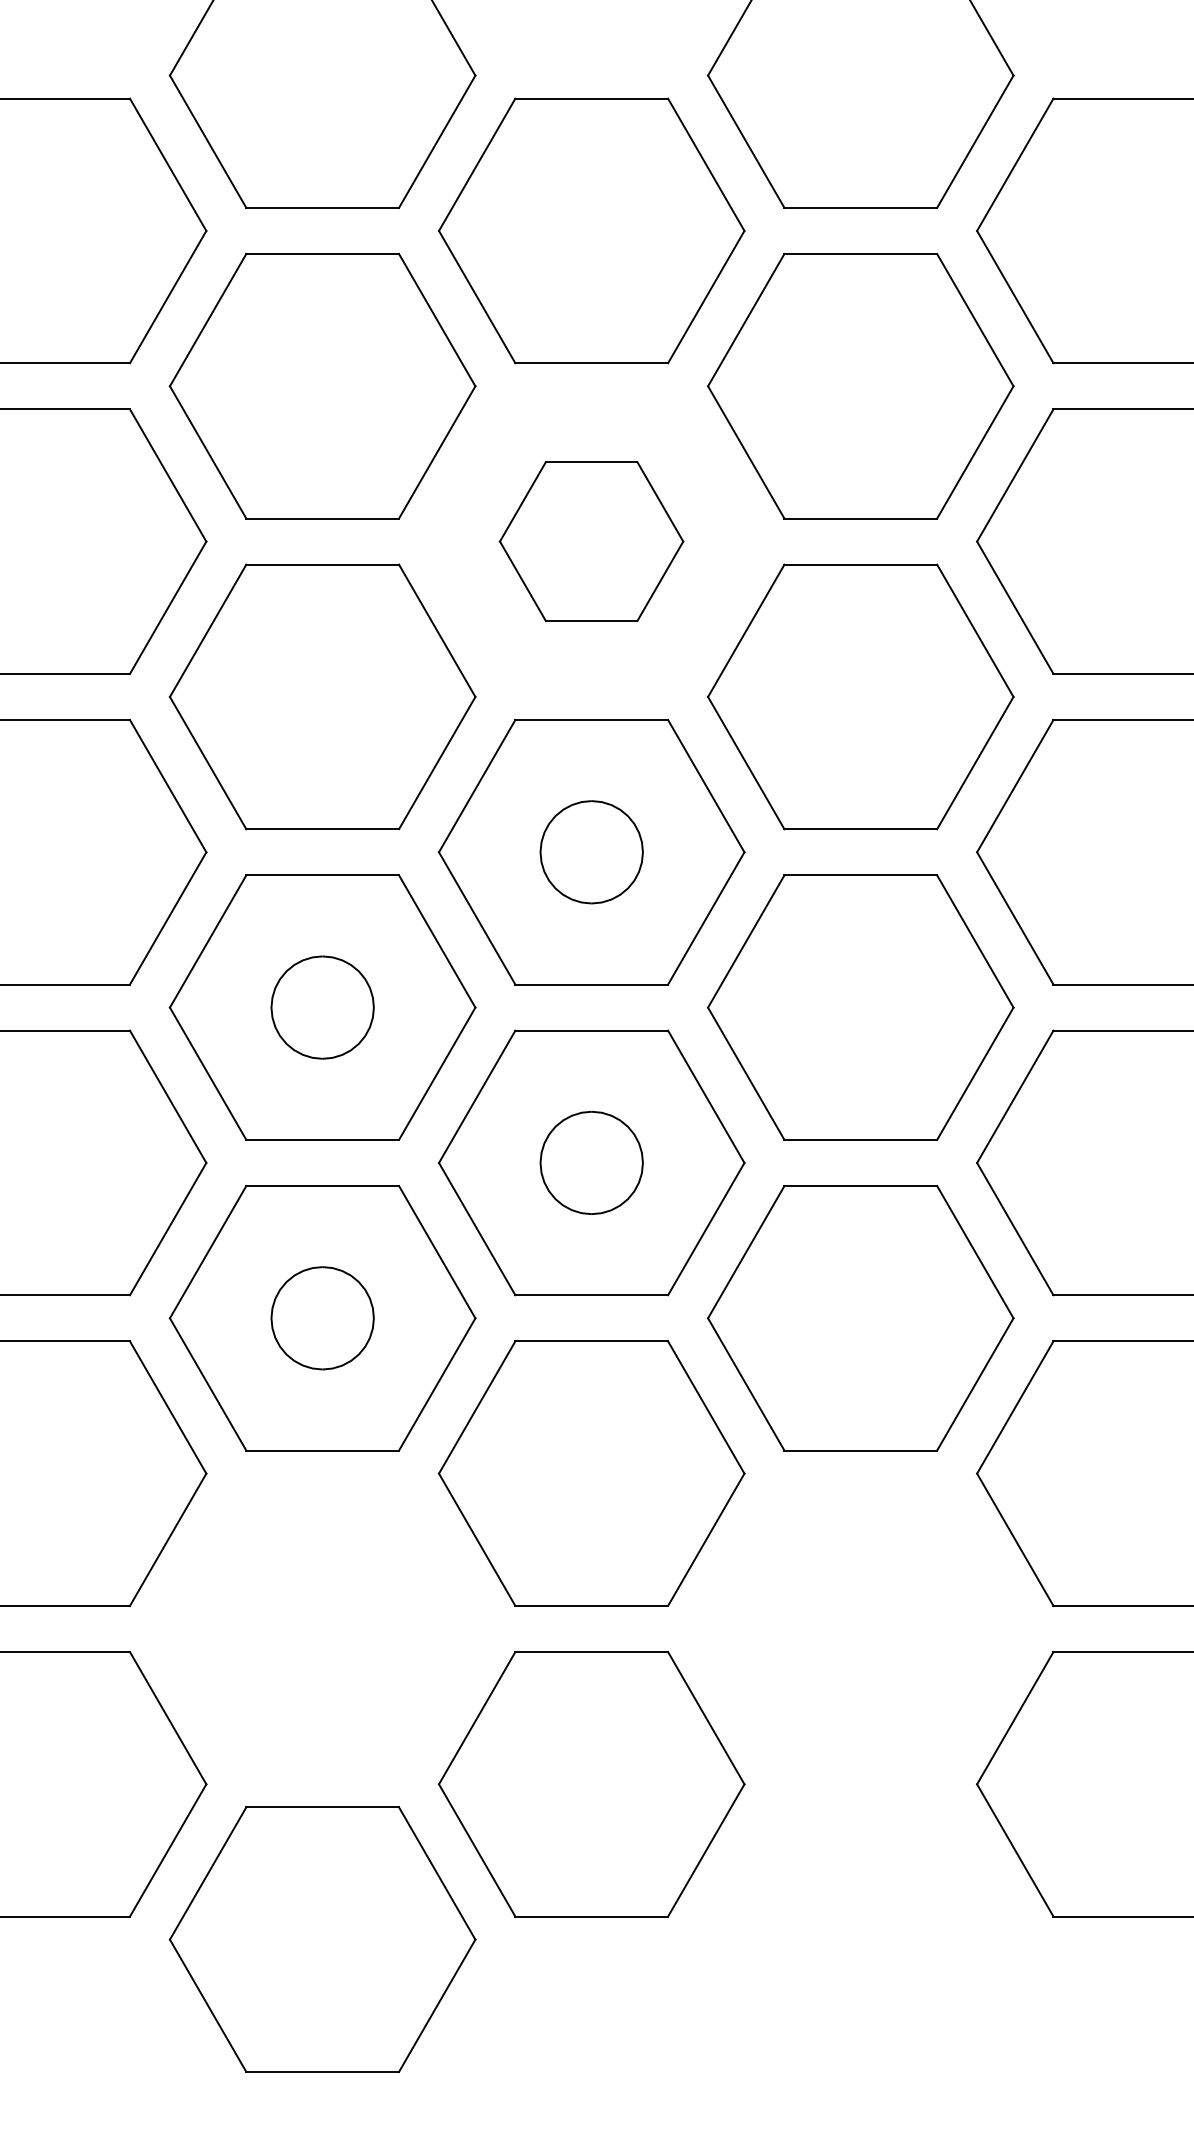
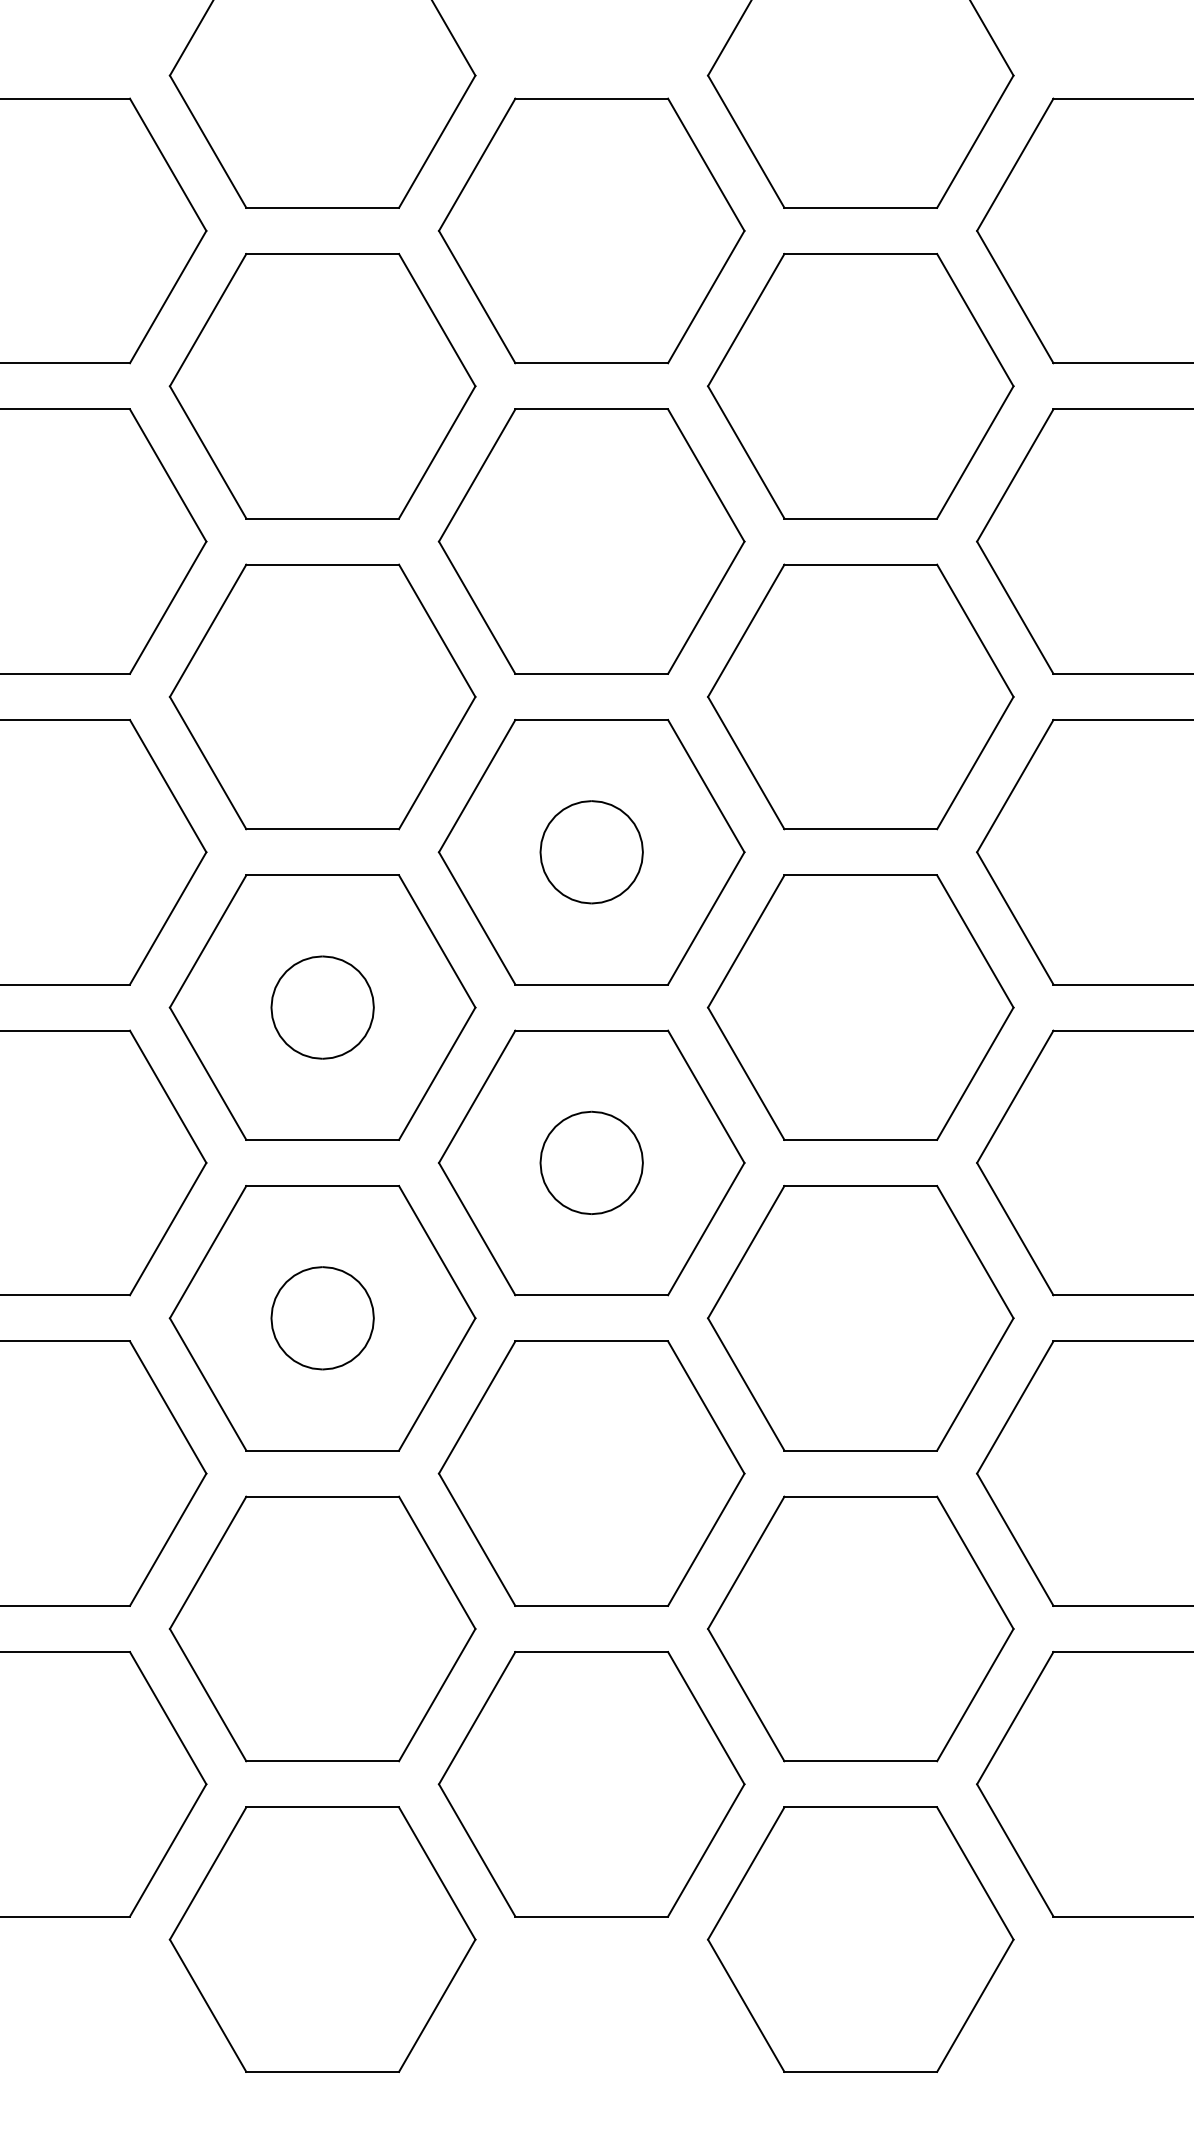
part at (591, 541) size: 187x161 px -> 309x267 px
part at (322, 1628): none -> present
part at (860, 1628): none -> present
part at (860, 1939): none -> present
